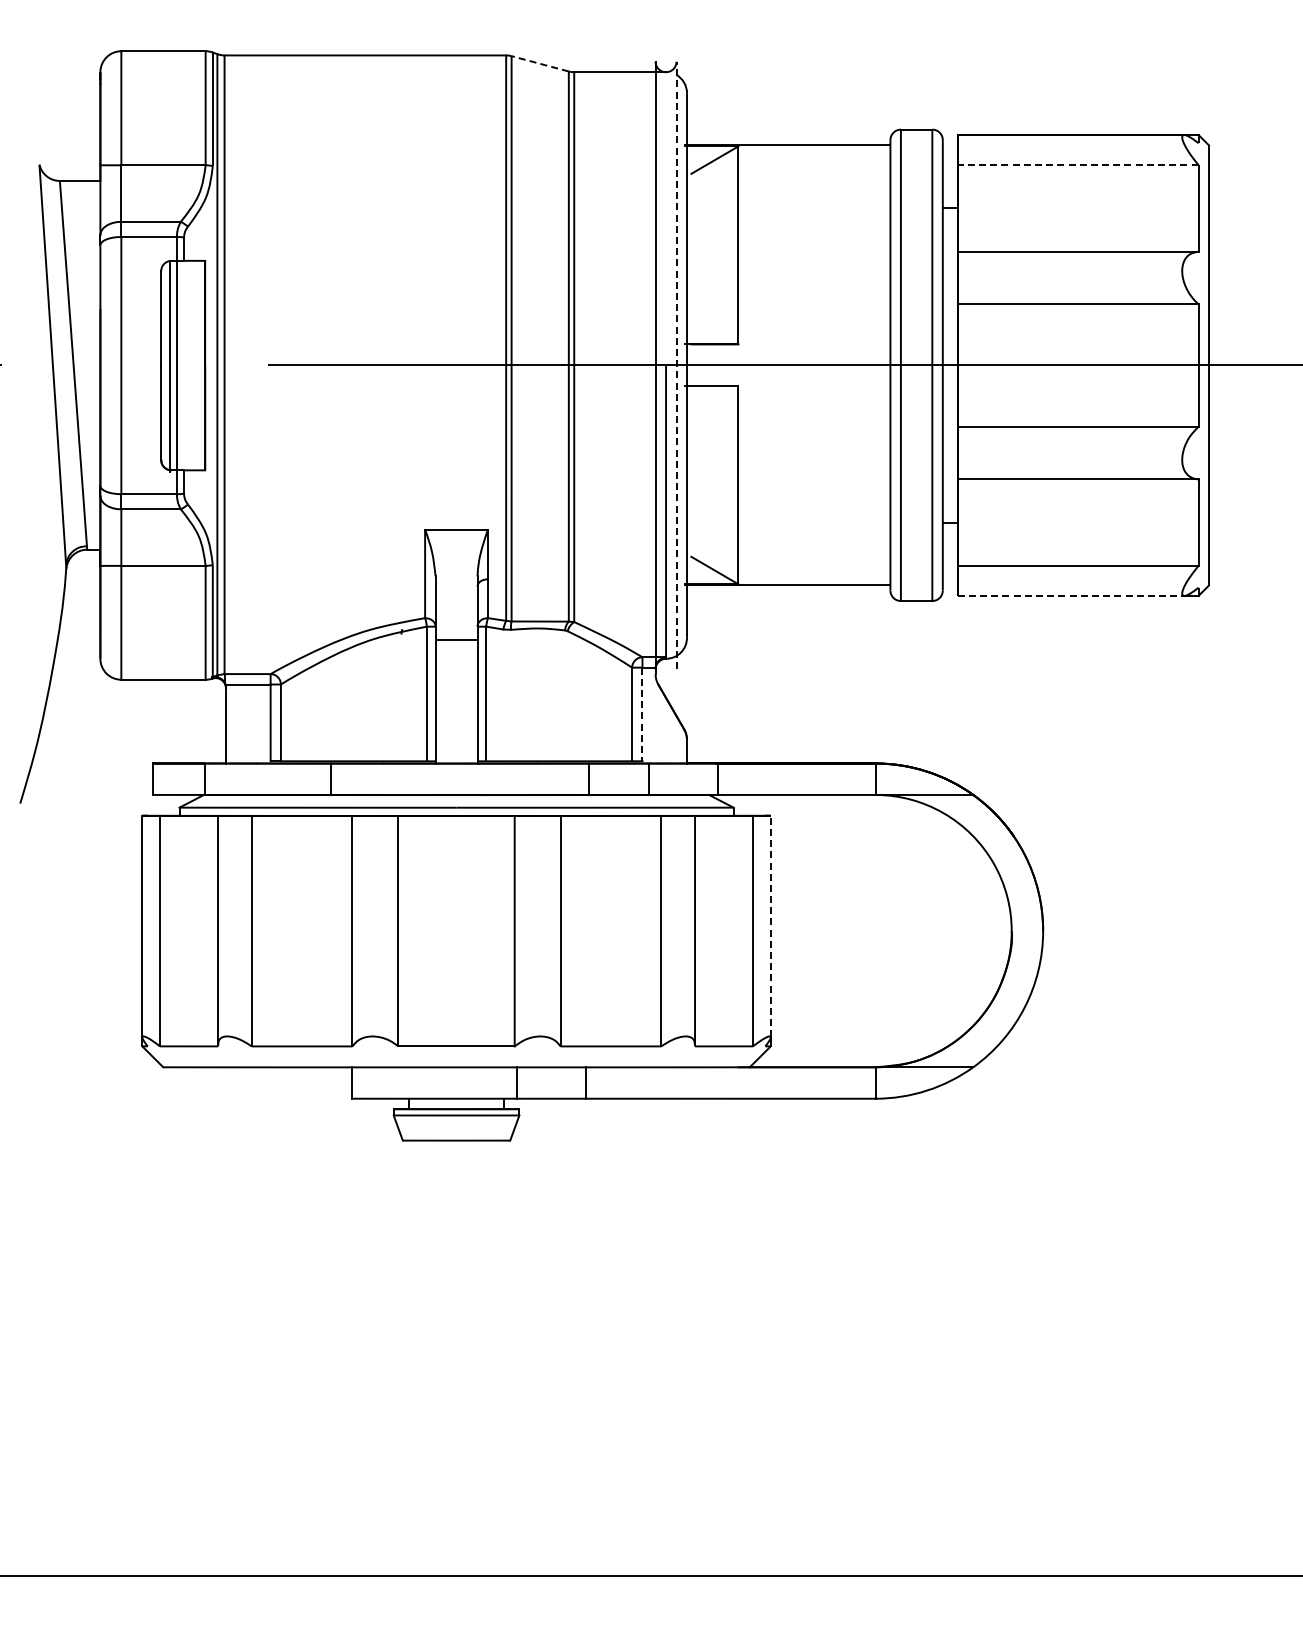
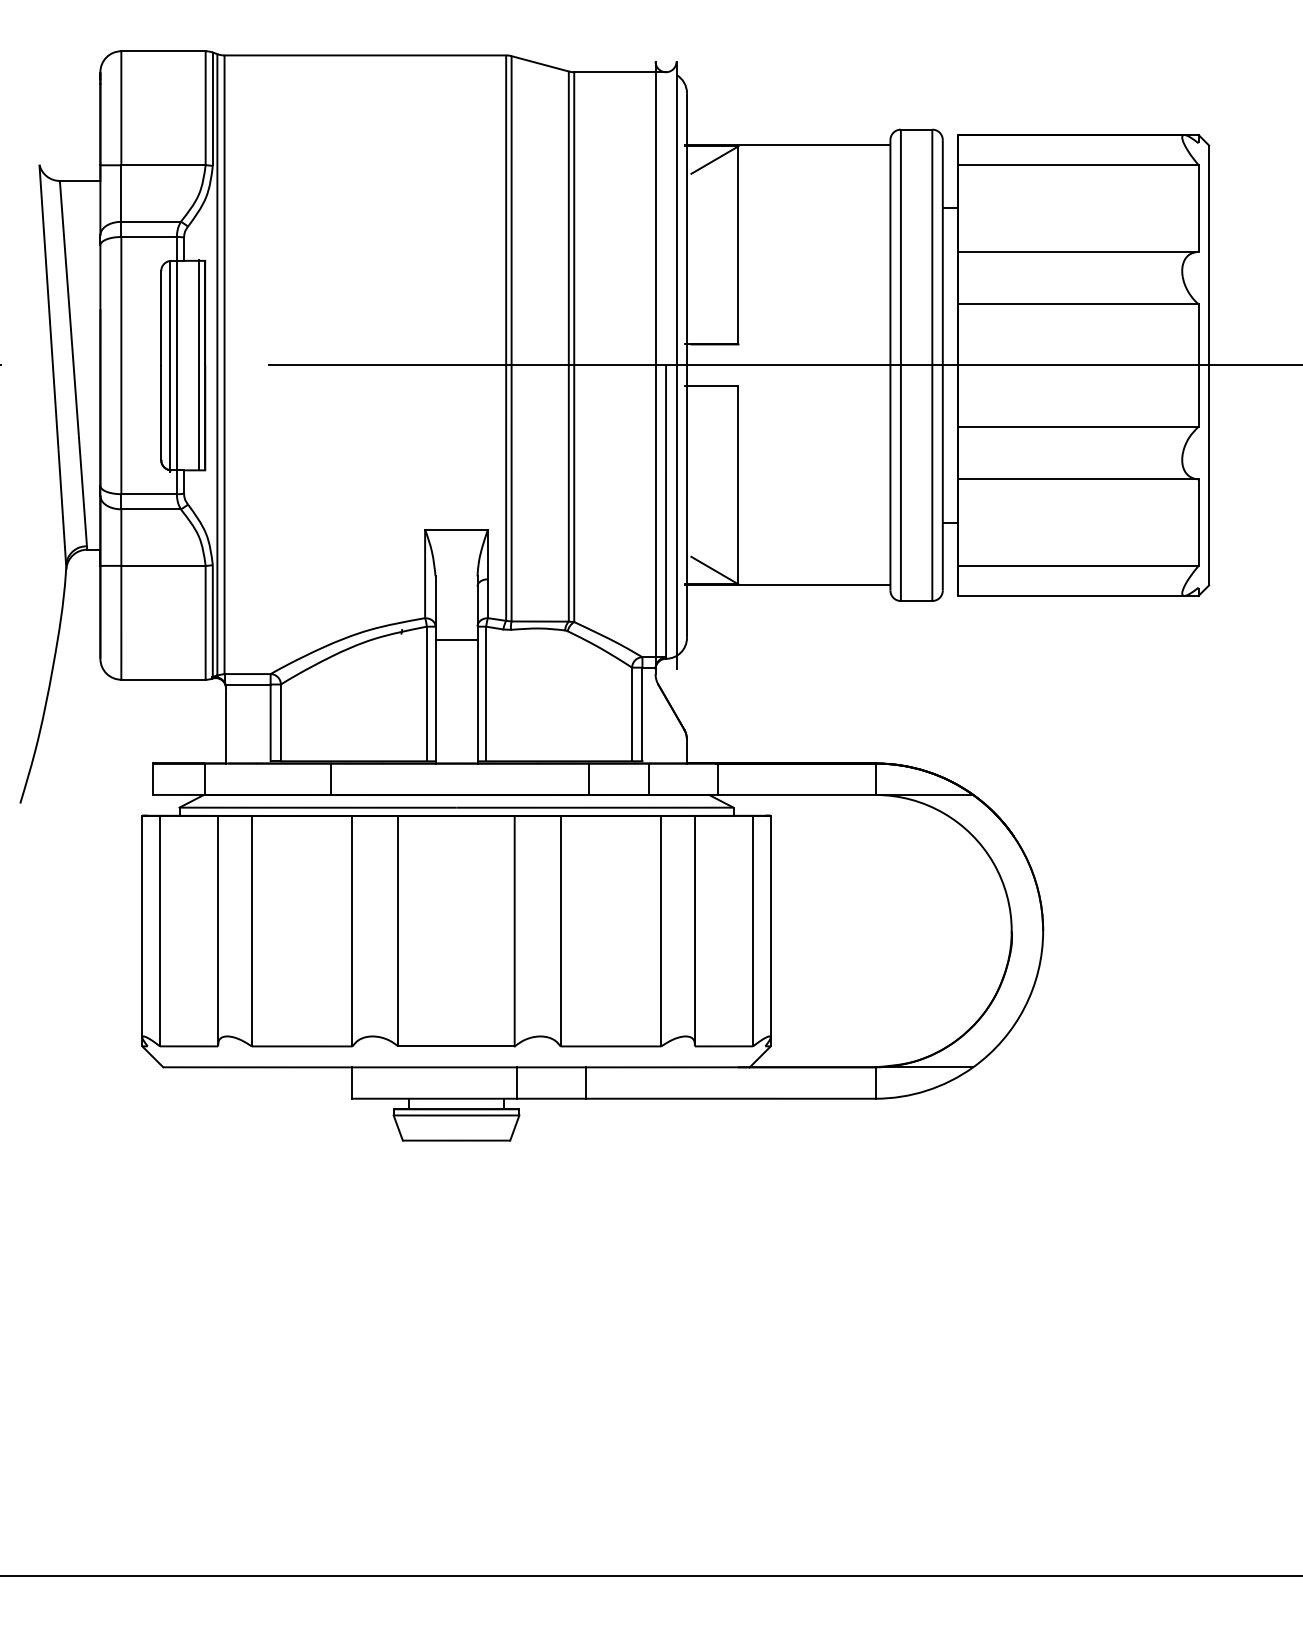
line at (540, 63): dashed -> solid
line at (1077, 165): dashed -> solid
line at (199, 364): none -> present
line at (676, 365): dashed -> solid
line at (1071, 595): dashed -> solid
line at (642, 714): dashed -> solid
line at (770, 926): dashed -> solid
